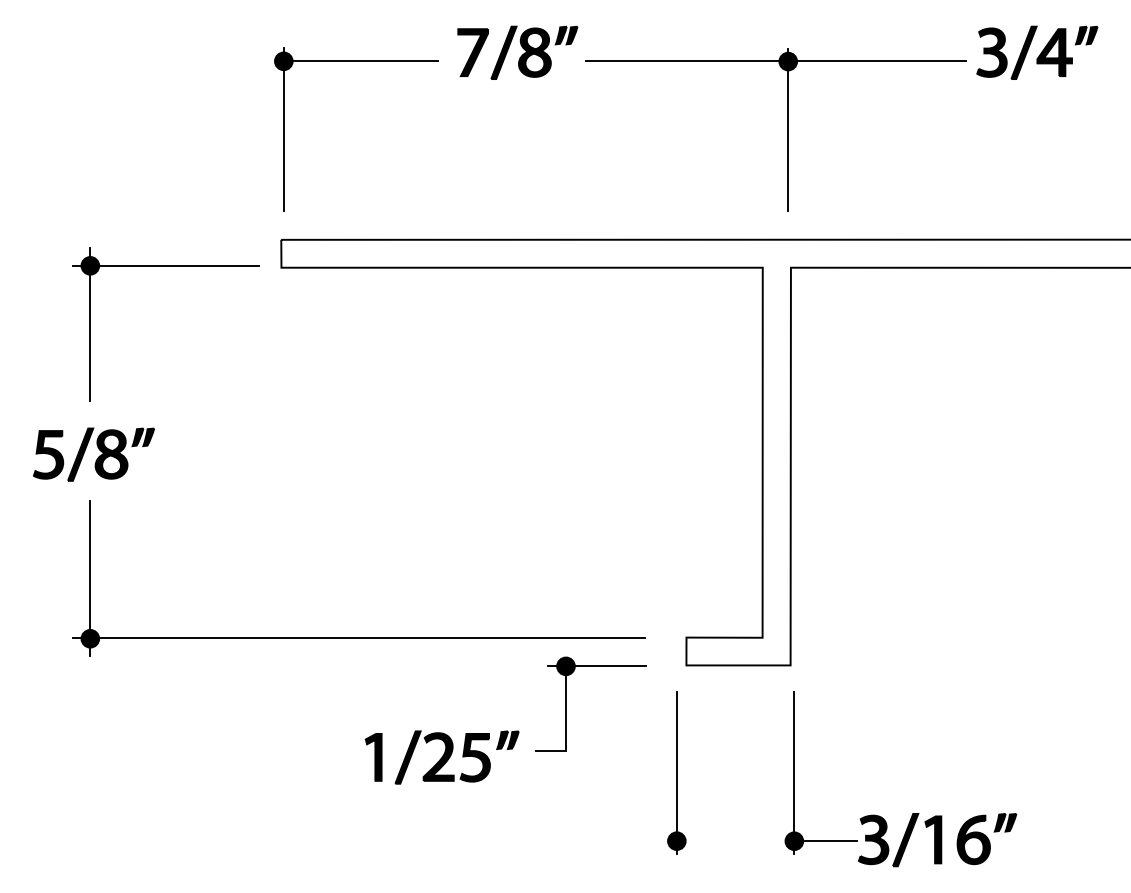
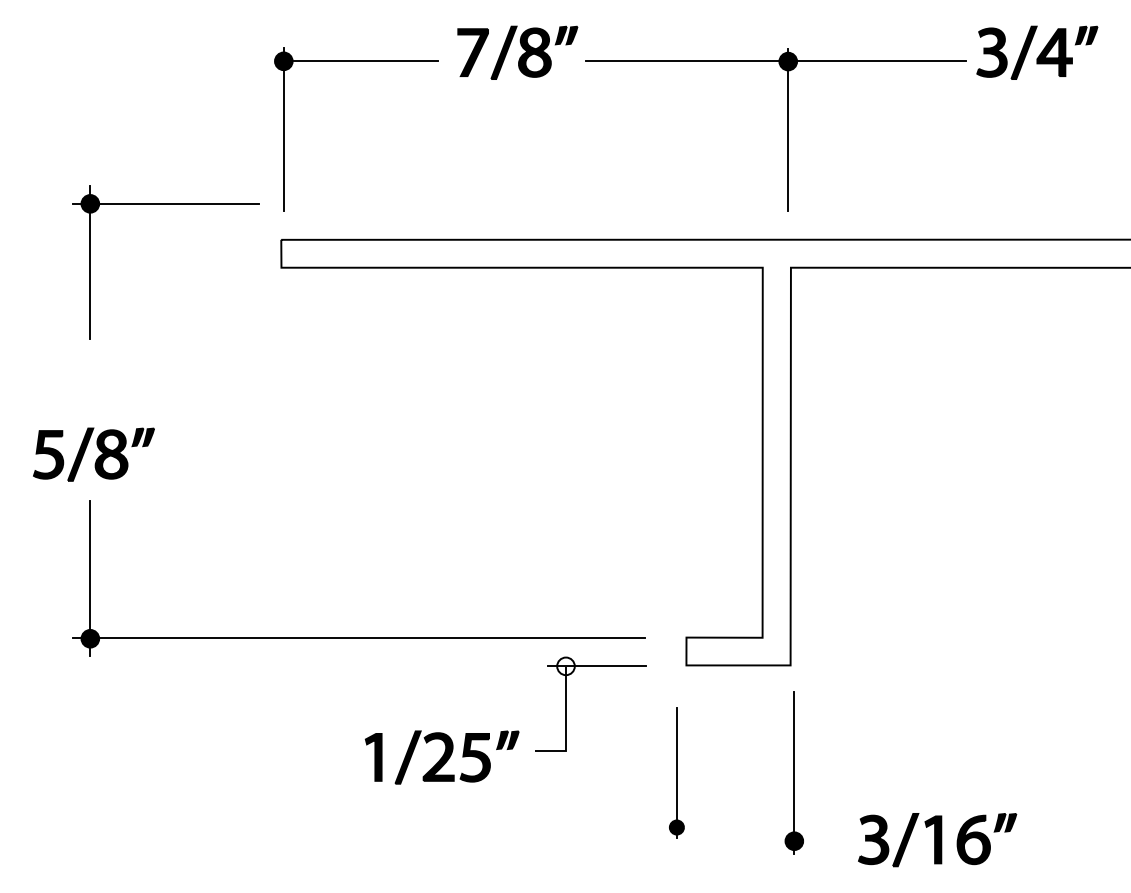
part at (165, 266) position: (165, 266) -> (165, 204)
fill at (565, 666): present -> none
part at (676, 772) size: 20x164 px -> 16x132 px
line at (826, 841): present -> none
